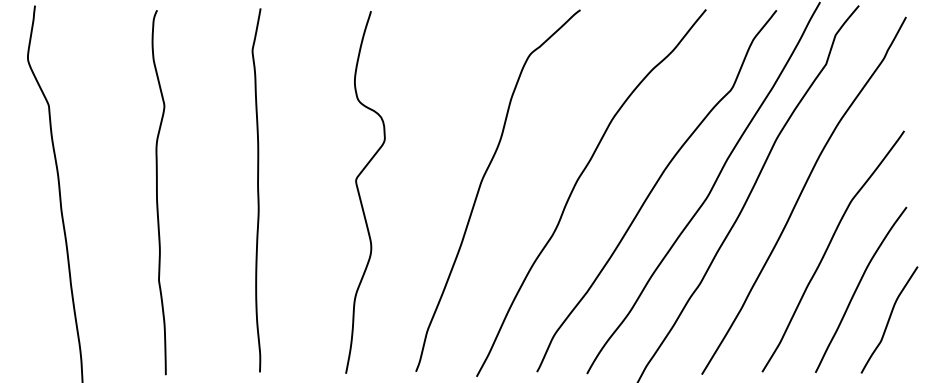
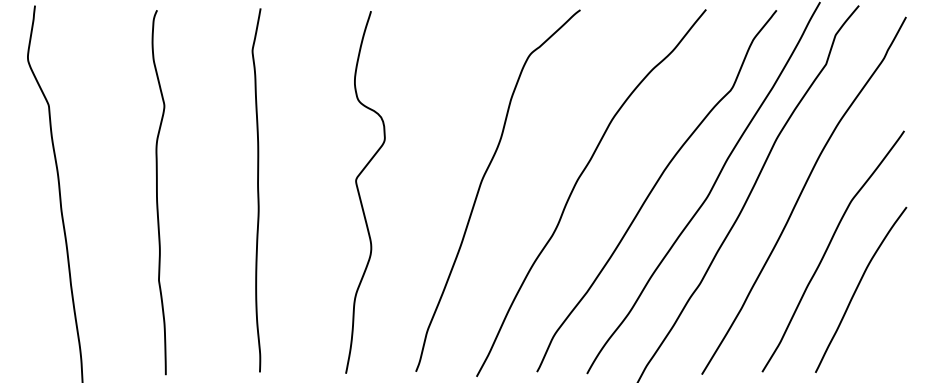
curve at (889, 319): present -> none
